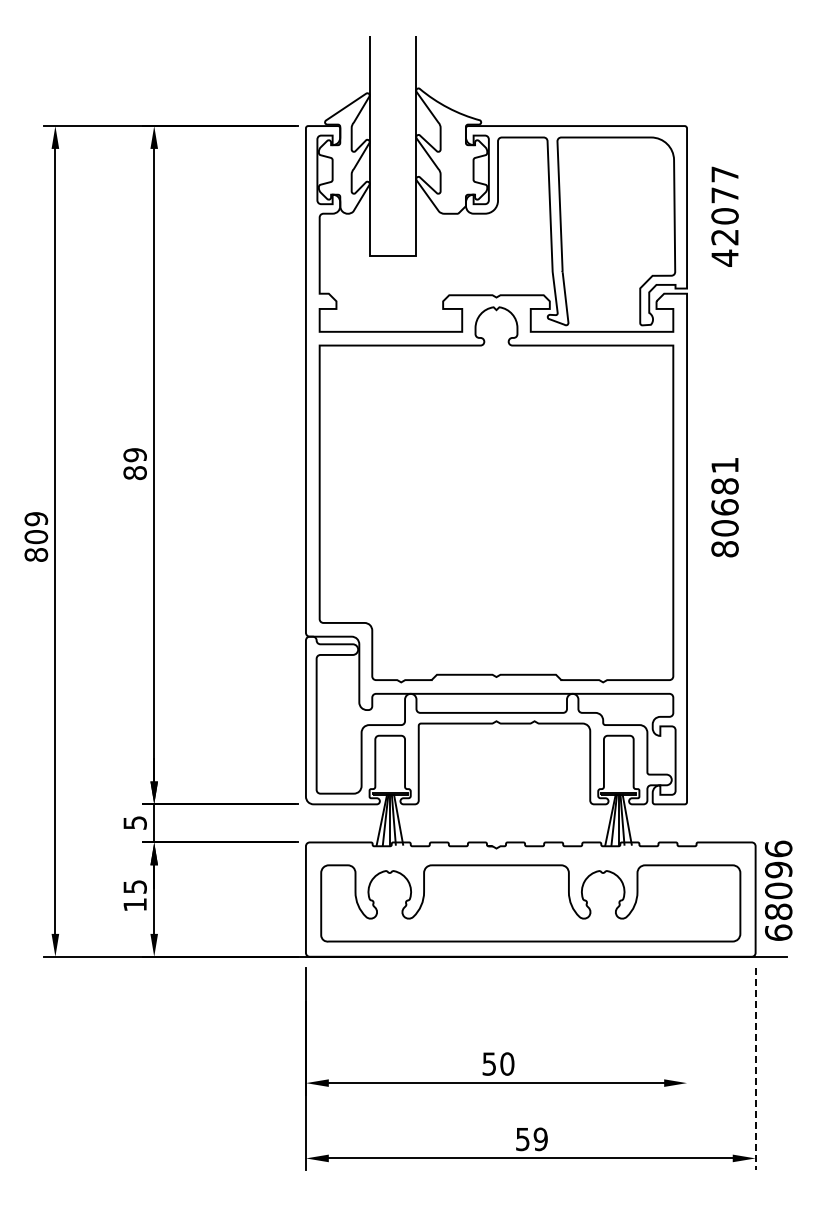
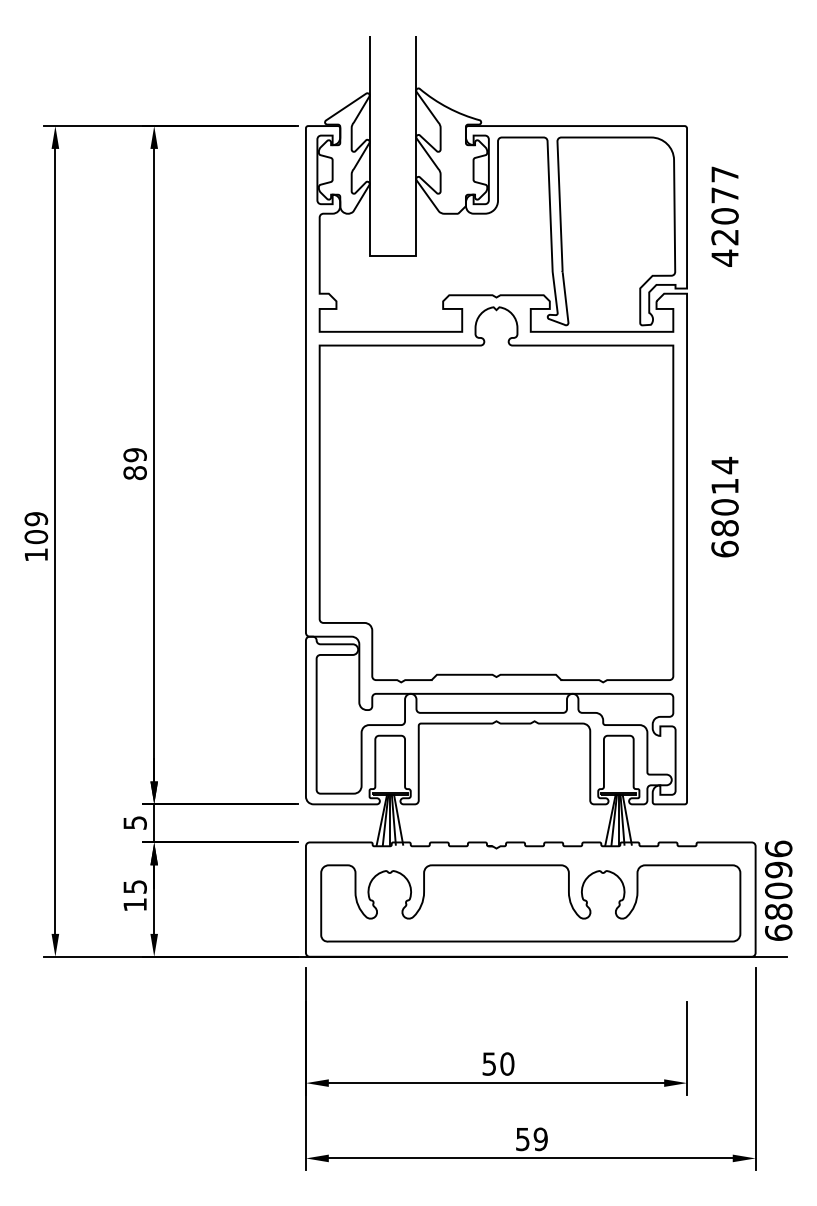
text at (724, 506): 80681 -> 68014
text at (36, 554): 809 -> 109
line at (687, 1048): none -> present
line at (755, 1069): dashed -> solid
